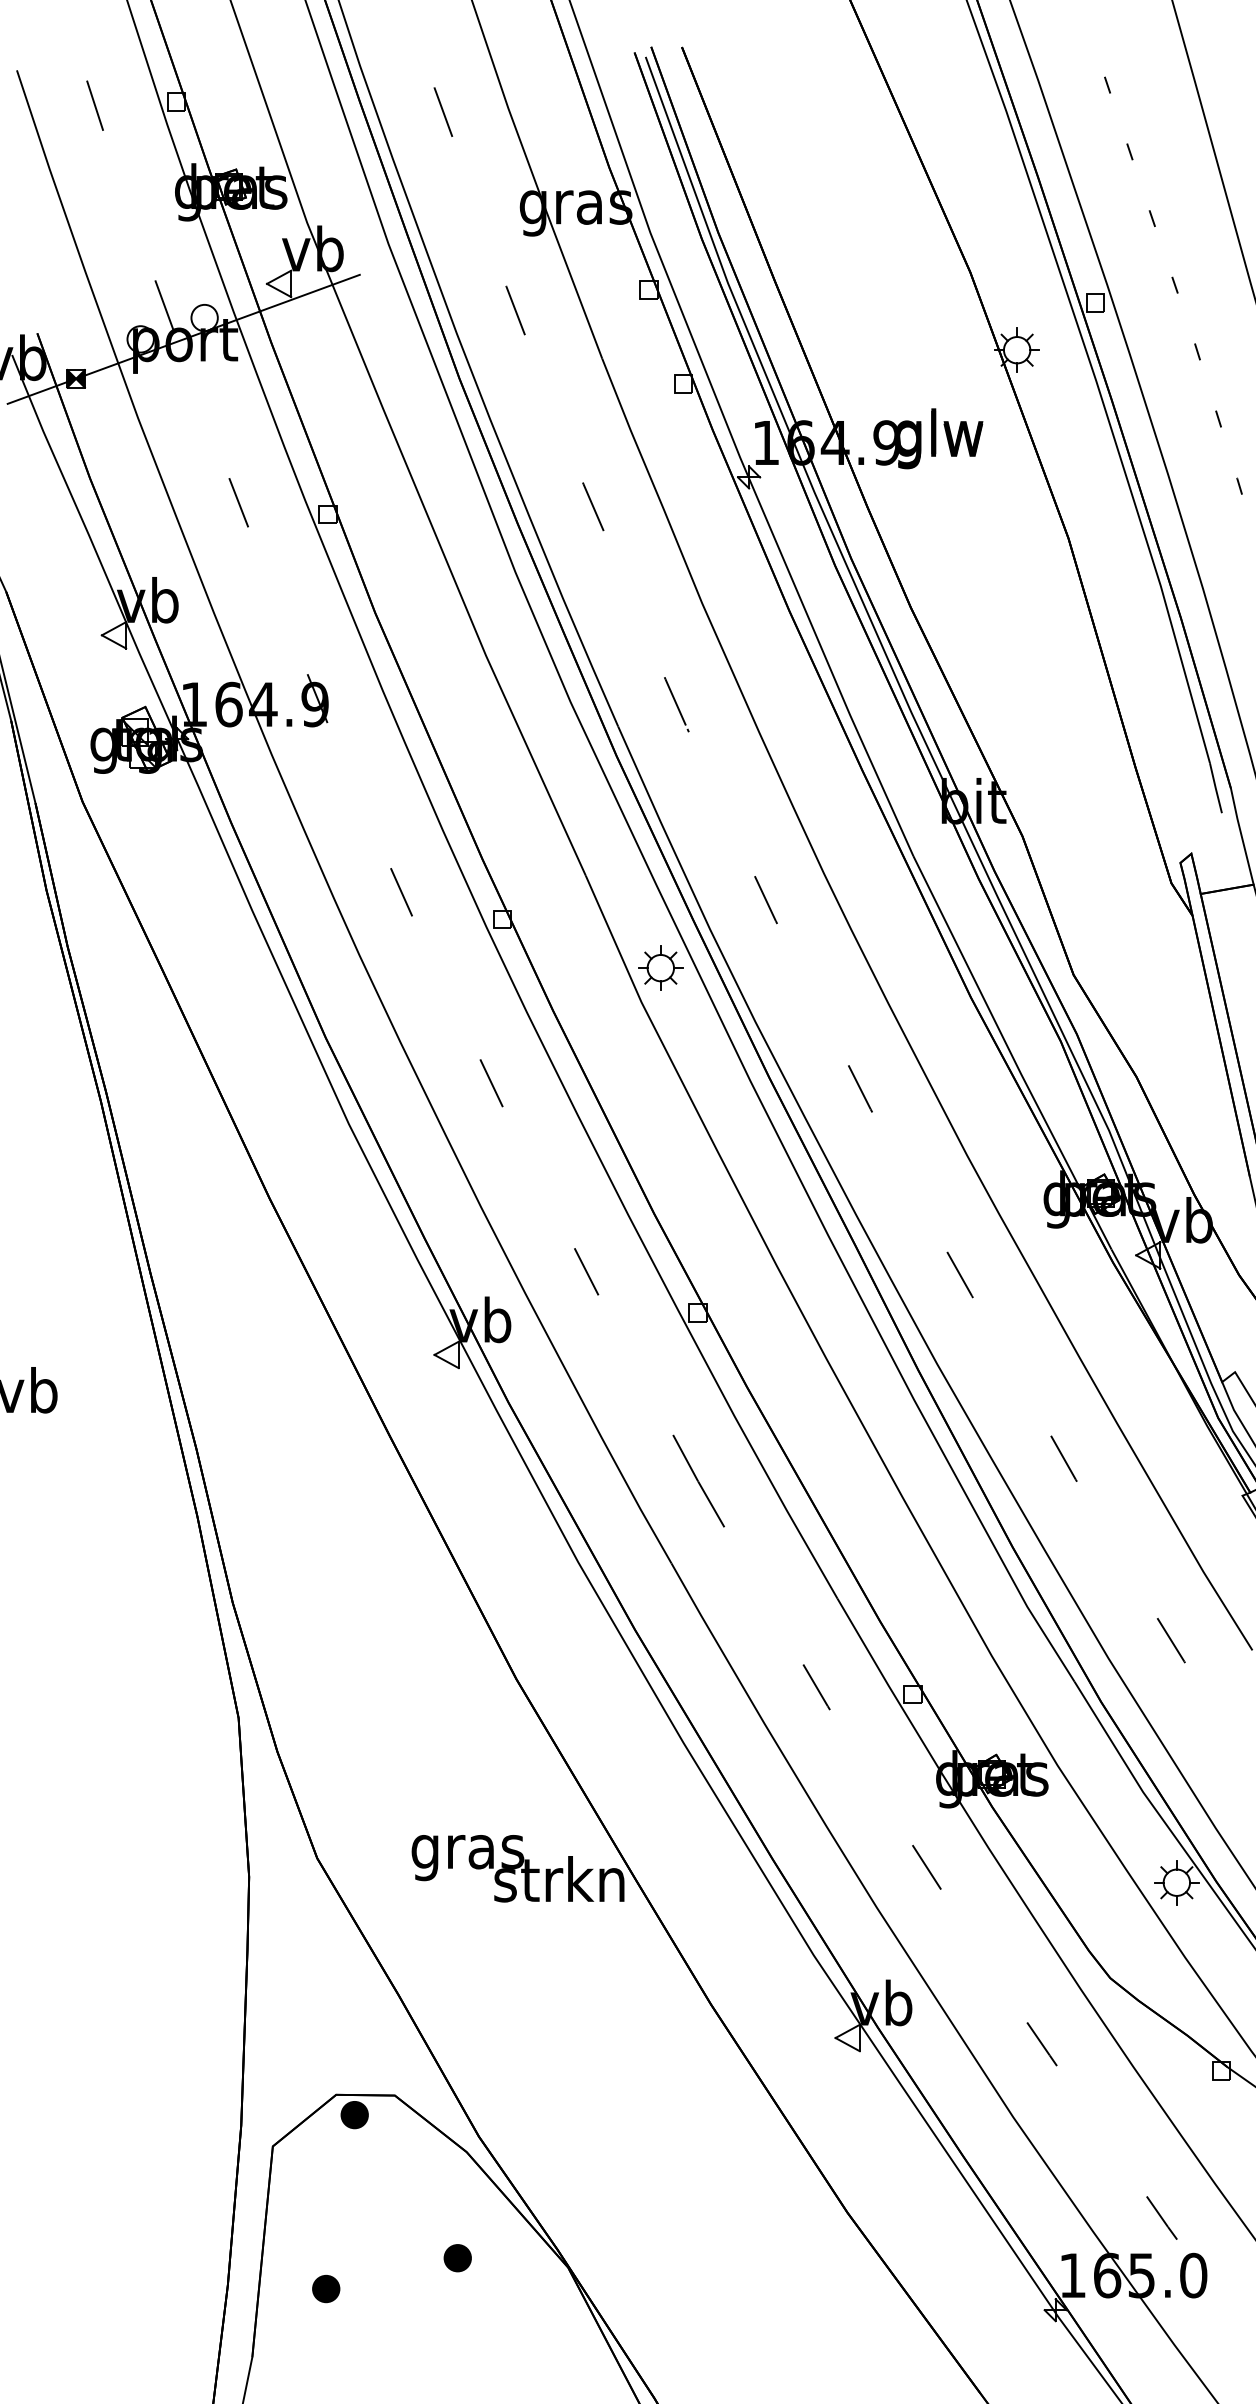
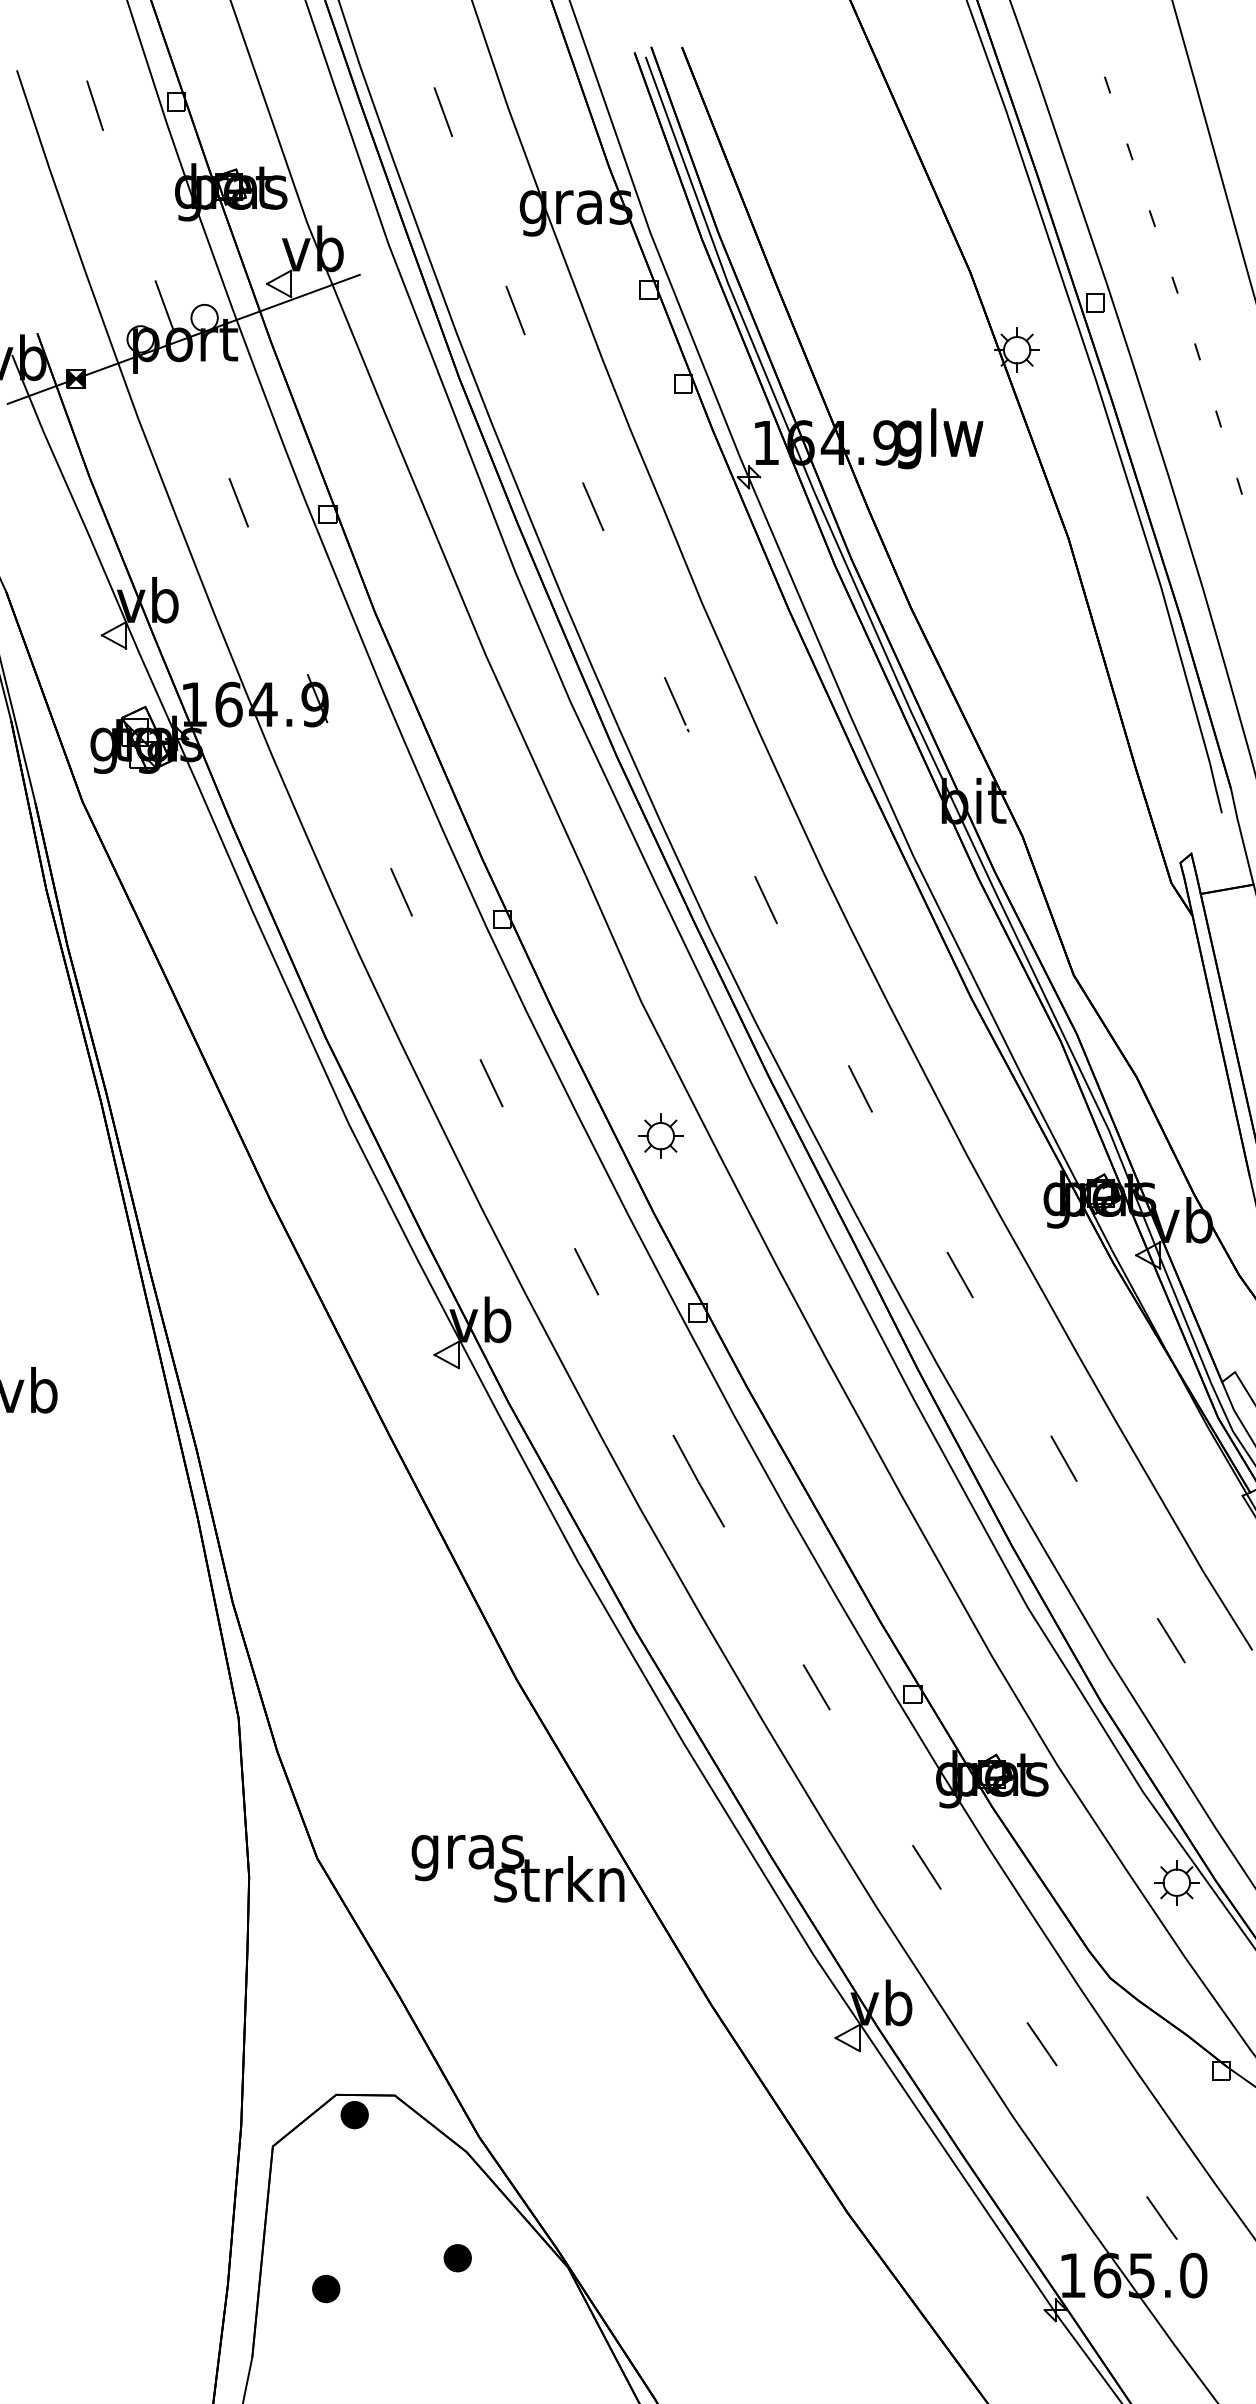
part at (660, 967) position: (660, 967) -> (660, 1135)
